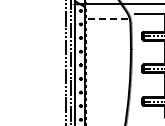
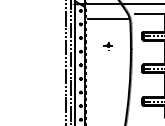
line at (107, 19): dashed -> solid
part at (107, 46): none -> present
